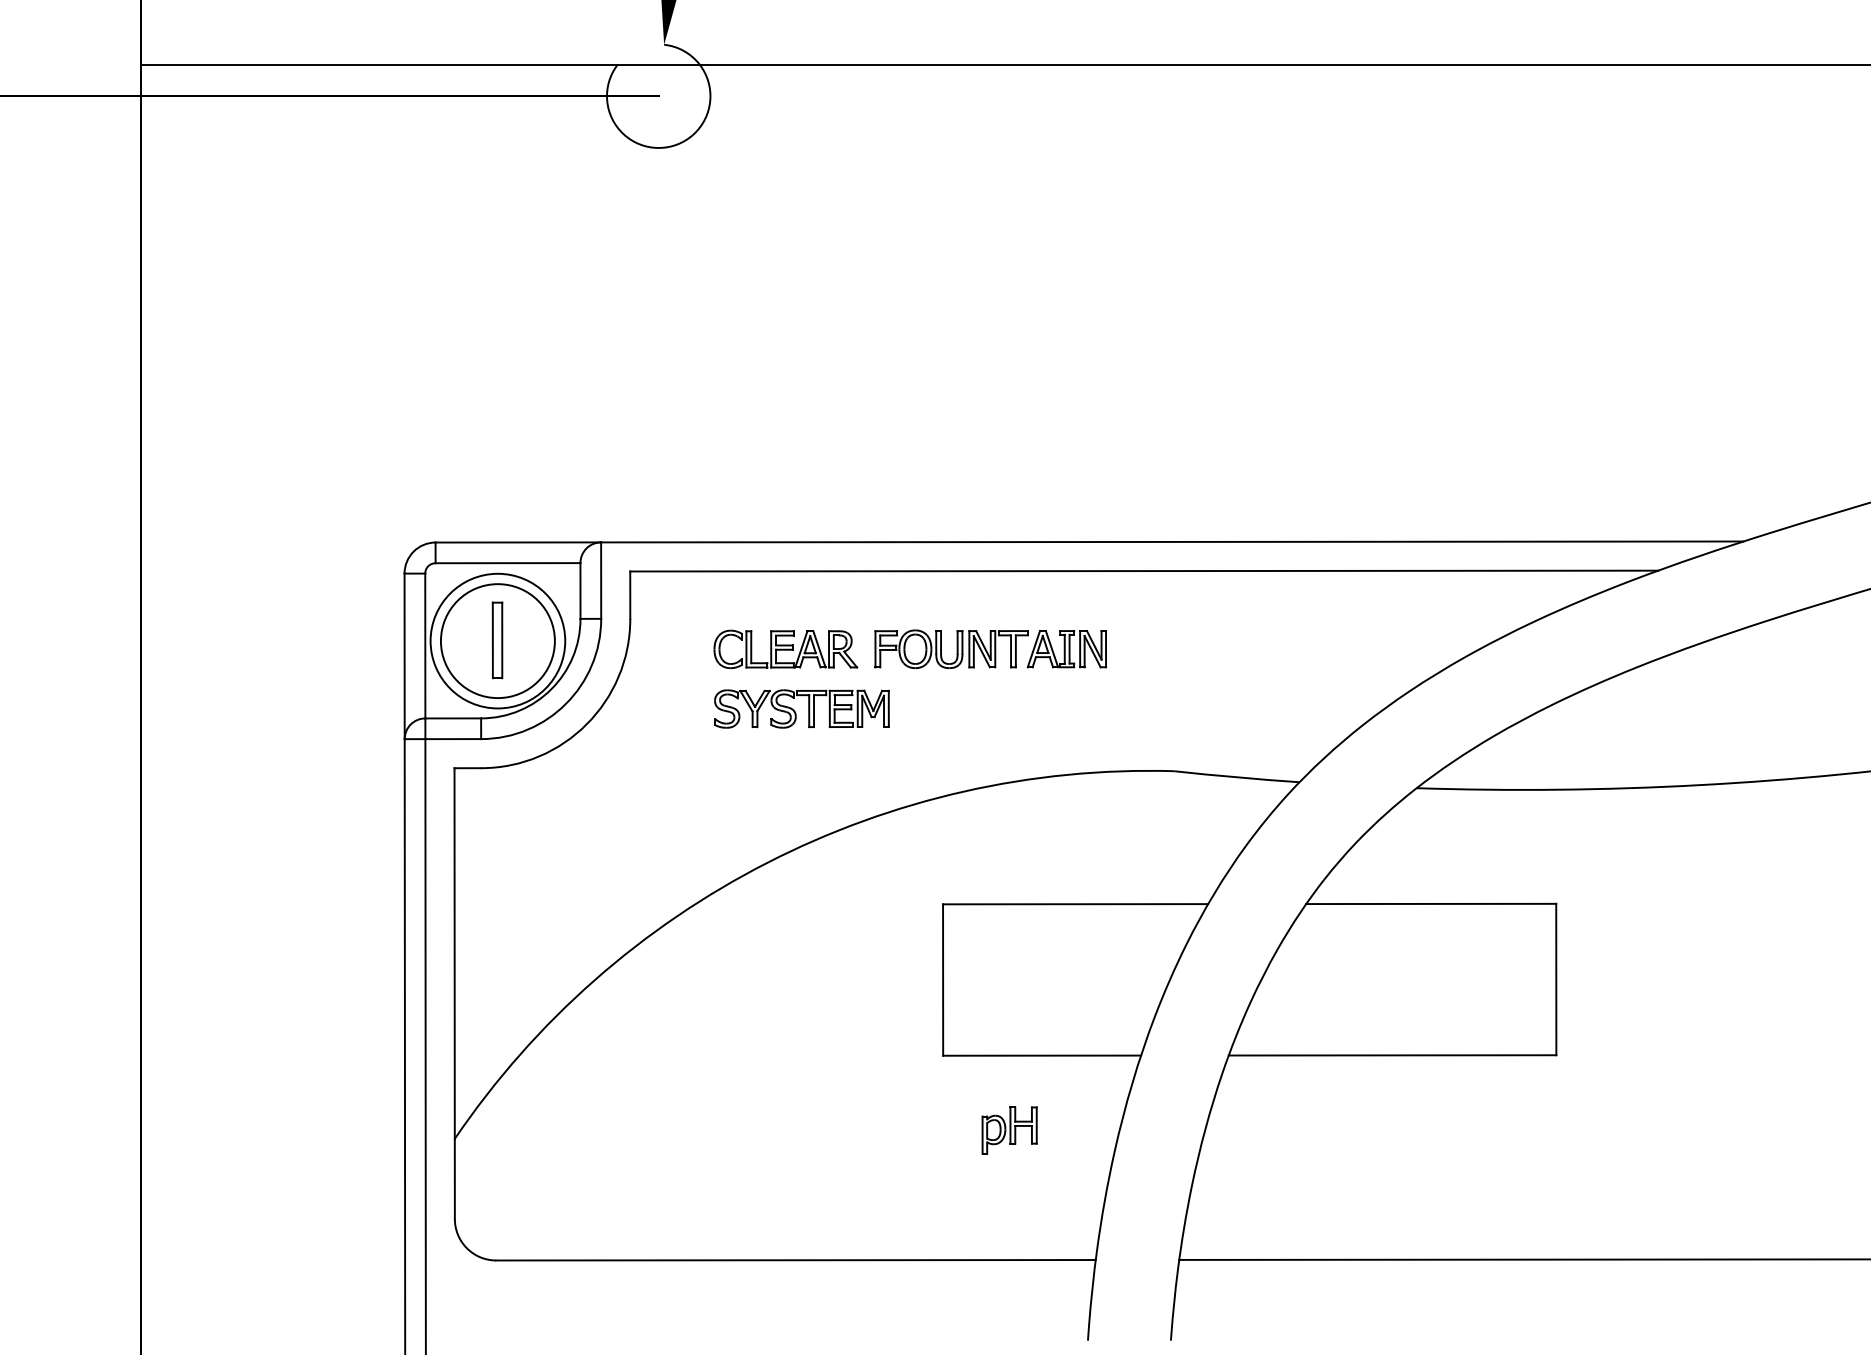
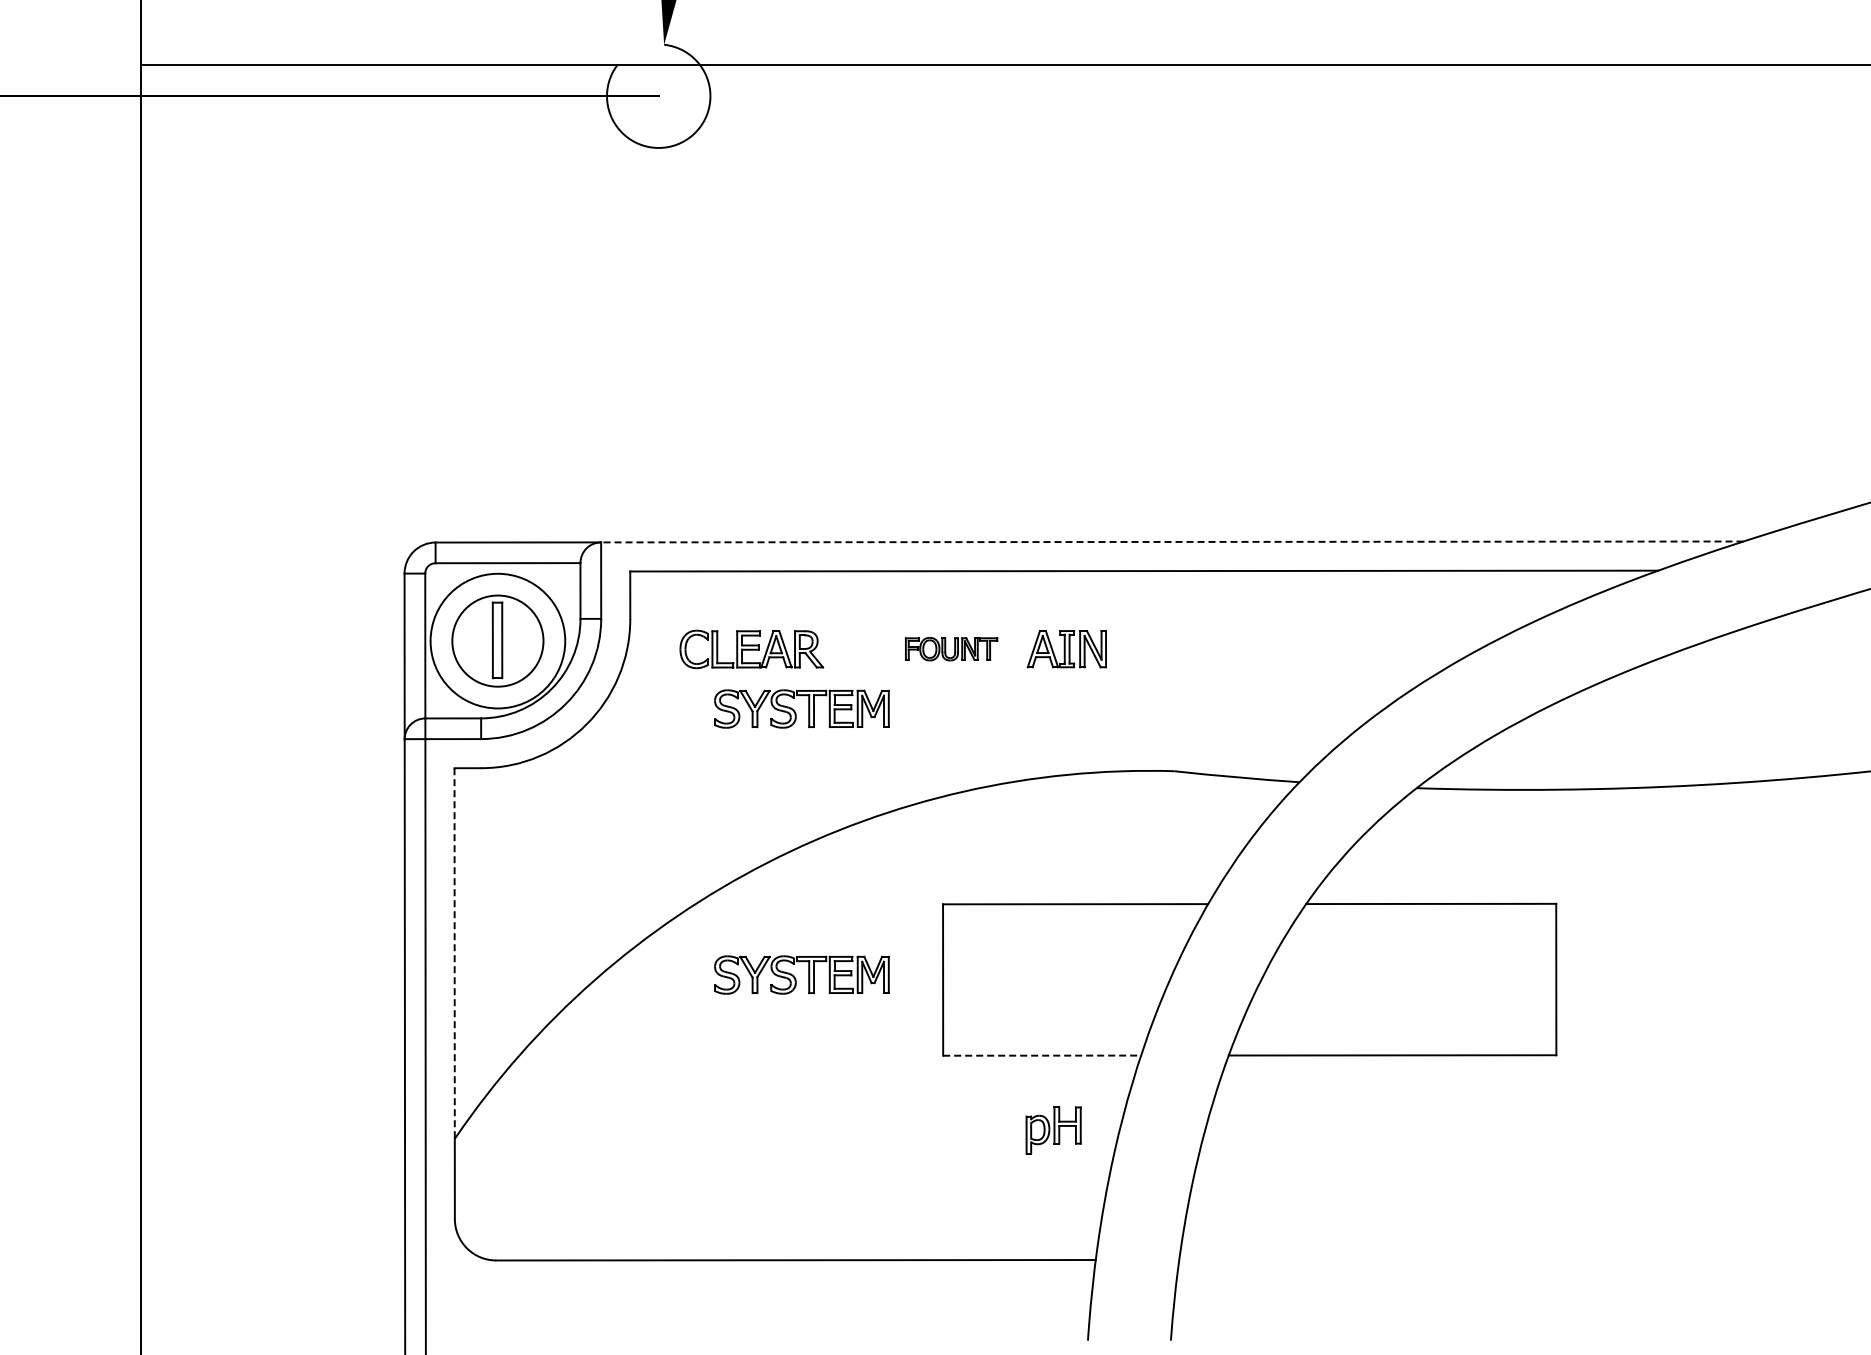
line at (1171, 541): solid -> dashed
circle at (497, 641) diameter: 114 px -> 91 px
part at (951, 648) size: 155x40 px -> 95x25 px
part at (785, 649) position: (785, 649) -> (751, 649)
line at (454, 954): solid -> dashed
part at (795, 977): none -> present
line at (1042, 1055): solid -> dashed
part at (1009, 1130) position: (1009, 1130) -> (1053, 1130)
line at (1523, 1259): present -> none
